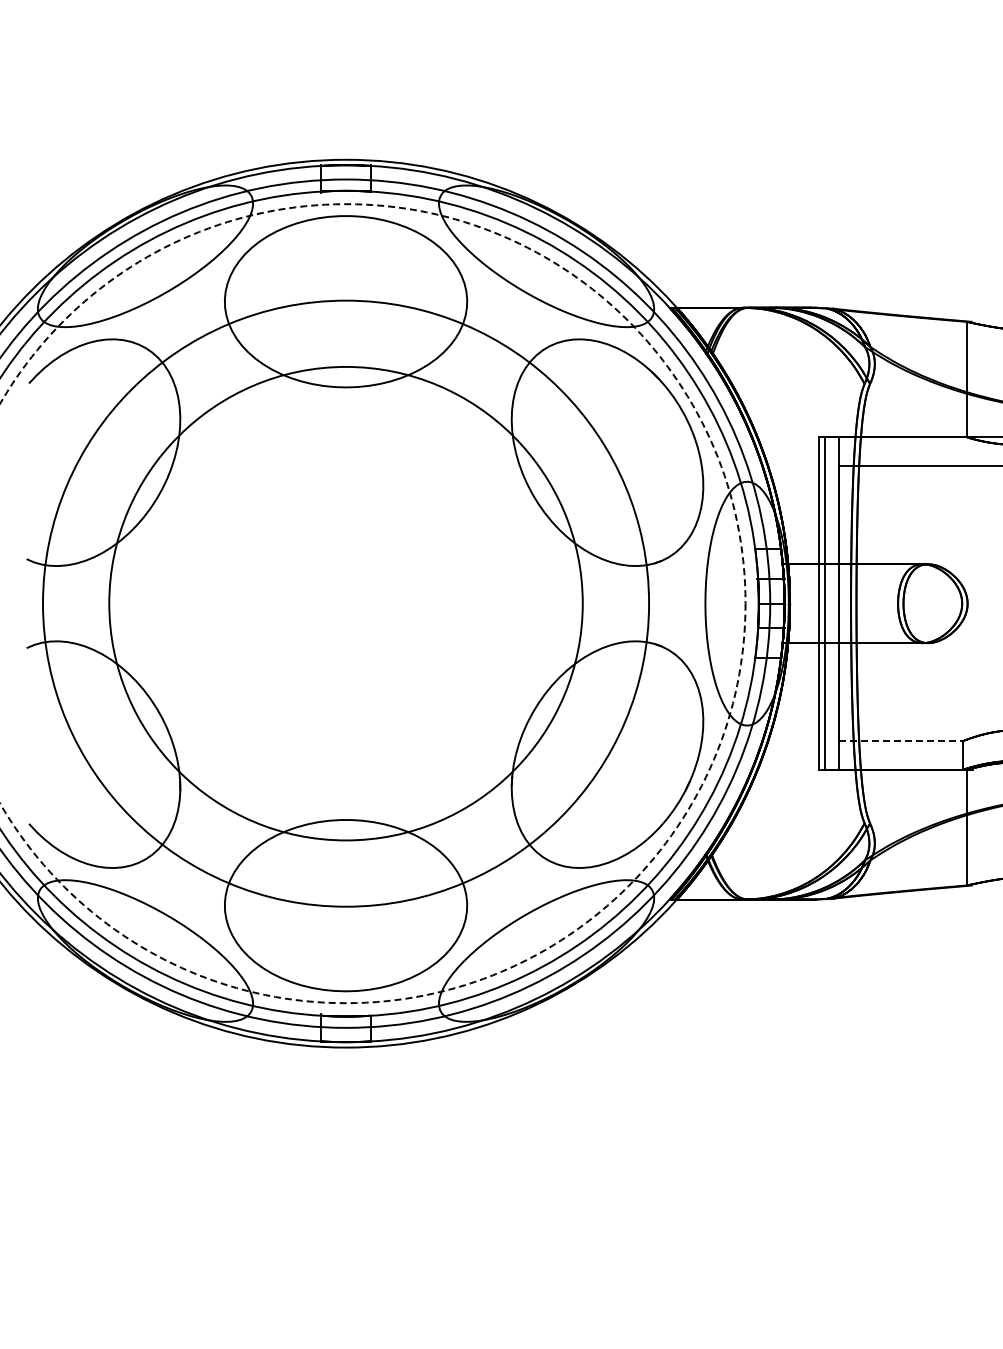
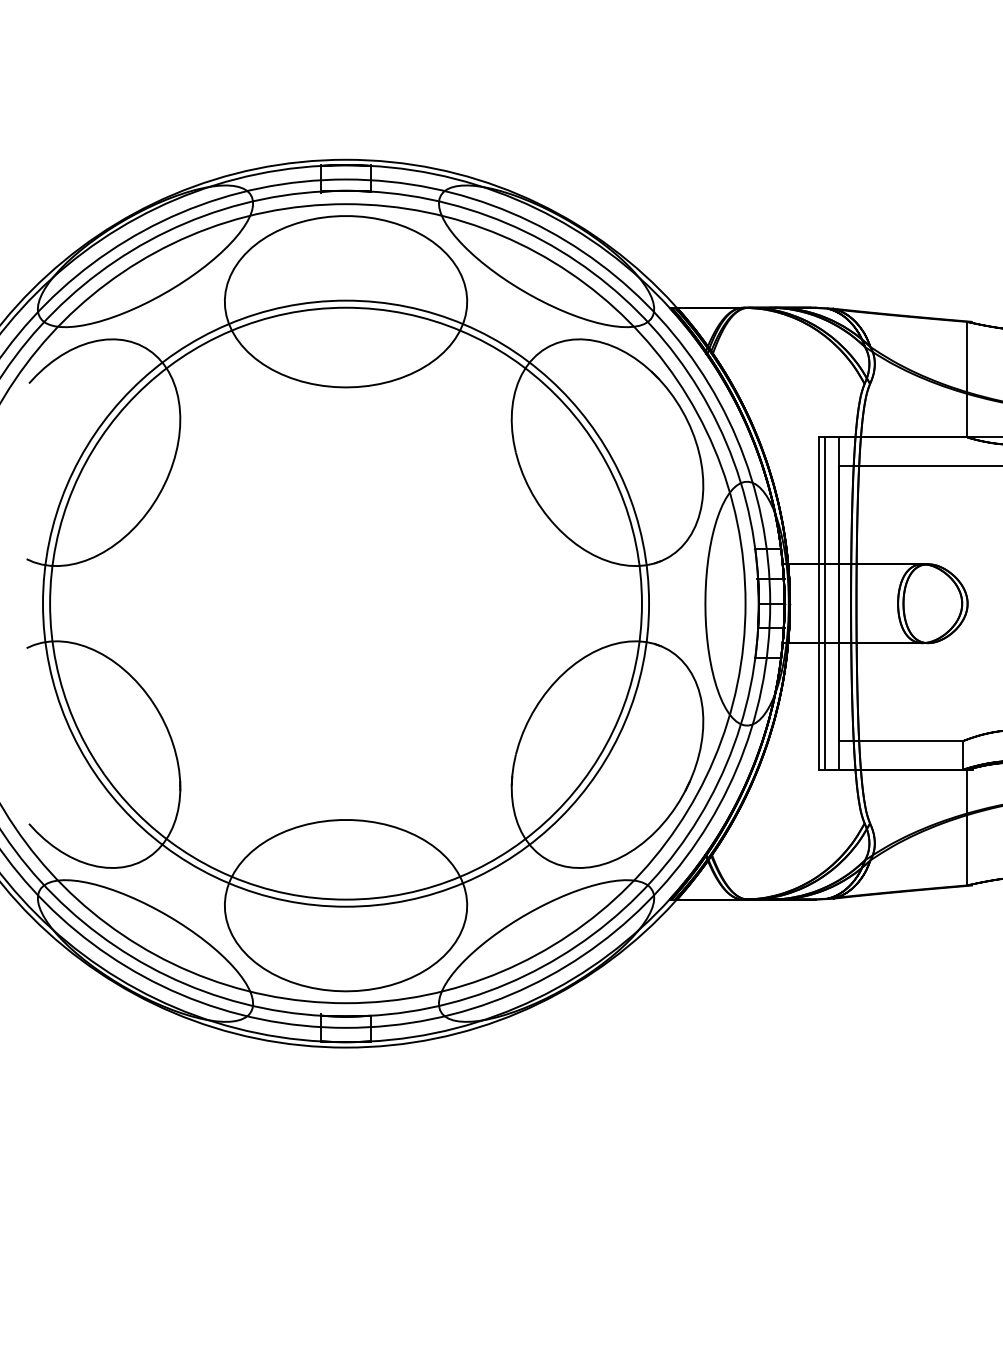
circle at (345, 603) diameter: 473 px -> 592 px
circle at (372, 603): dashed -> solid
line at (900, 741): dashed -> solid
